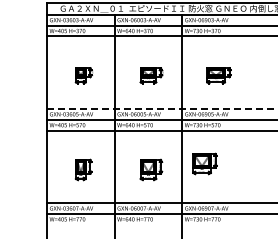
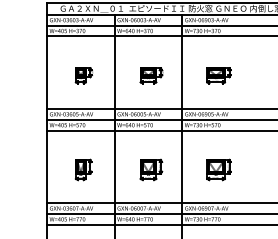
line at (162, 108): dashed -> solid
part at (204, 163) position: (204, 163) -> (218, 169)
line at (160, 224): none -> present
